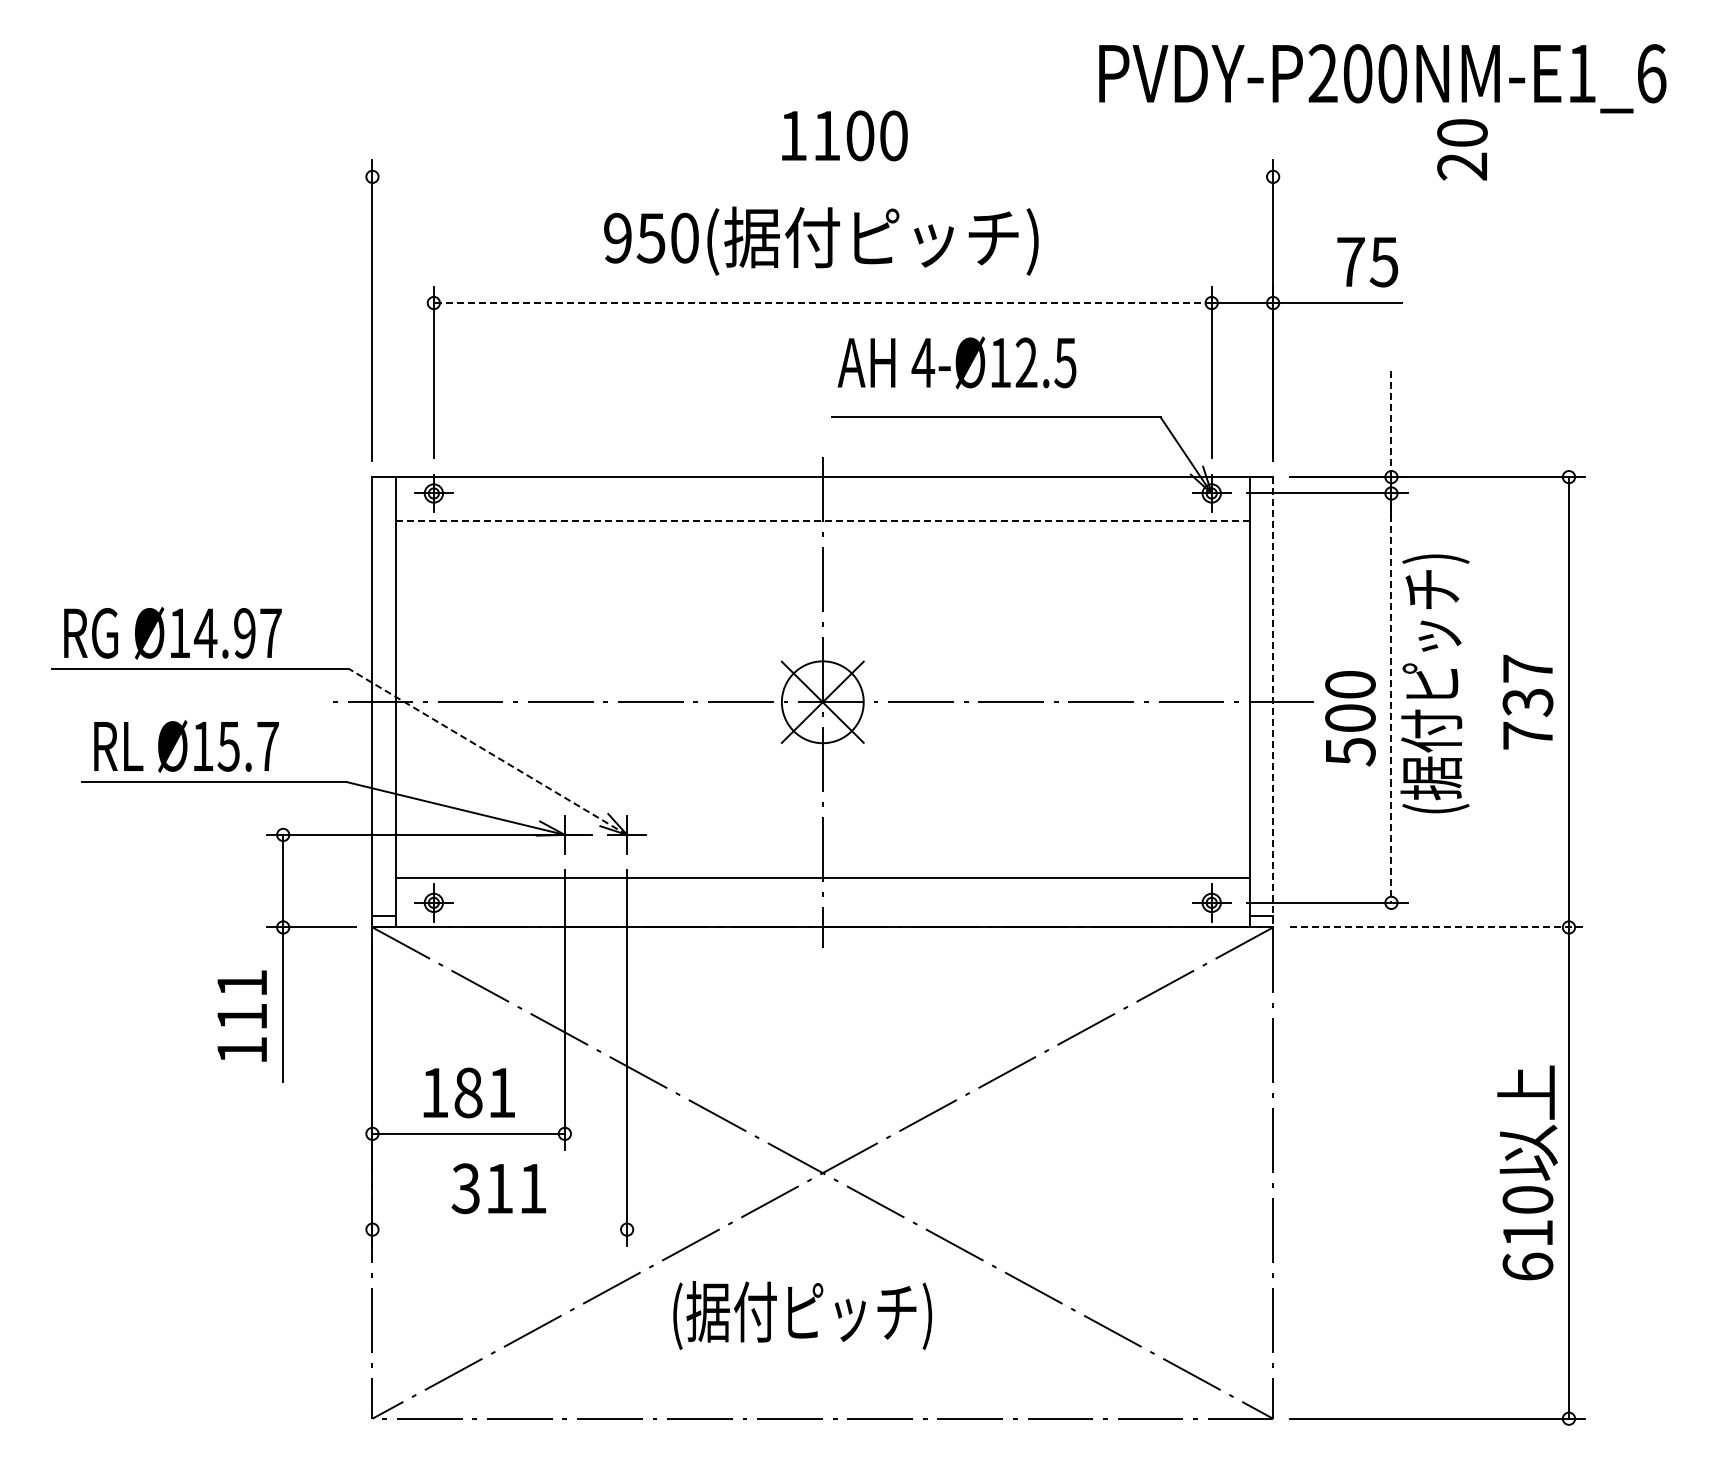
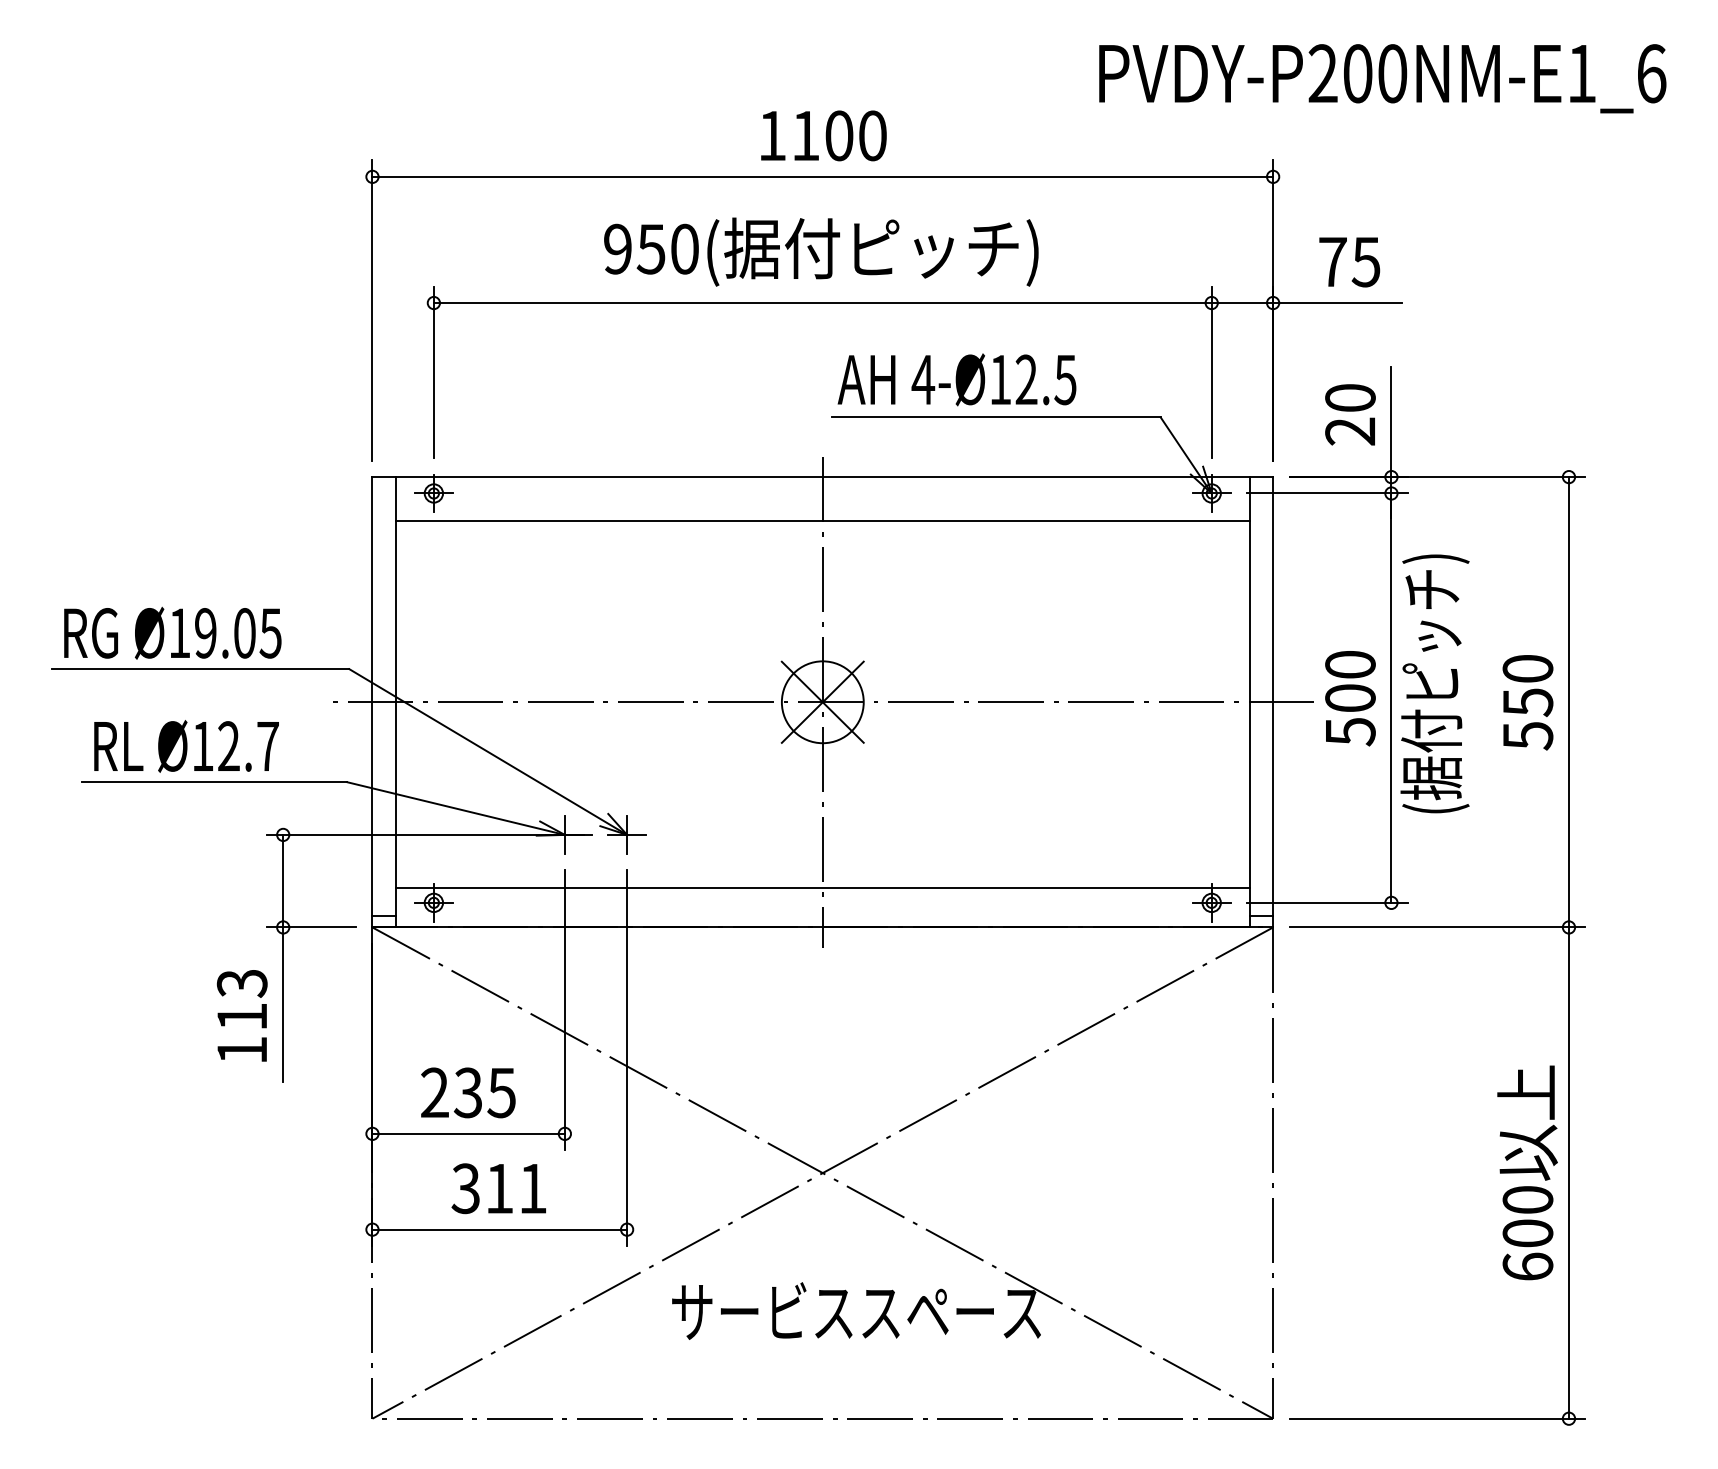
text at (844, 135) position: (844, 135) -> (823, 135)
text at (1462, 149) position: (1462, 149) -> (1350, 414)
line at (822, 176): none -> present
text at (821, 240) position: (821, 240) -> (821, 251)
text at (1367, 262) position: (1367, 262) -> (1349, 262)
line at (822, 303): dashed -> solid
text at (956, 362) position: (956, 362) -> (956, 379)
line at (1391, 421): dashed -> solid
line at (822, 520): dashed -> solid
text at (237, 633): Ø14.97 -> Ø19.05
line at (1391, 698): dashed -> solid
line at (1273, 702): dashed -> solid
text at (1527, 702): 737 -> 550
text at (1350, 718) position: (1350, 718) -> (1350, 698)
text at (228, 746): Ø15.7 -> Ø12.7
line at (488, 752): dashed -> solid
line at (822, 878) position: (822, 878) -> (822, 888)
line at (1437, 927): dashed -> solid
text at (241, 983): 111 -> 113
text at (468, 1092): 181 -> 235
line at (499, 1229): none -> present
text at (1527, 1233): 610 -> 600
text at (856, 1315): (据付ピッチ) -> サービススペース
